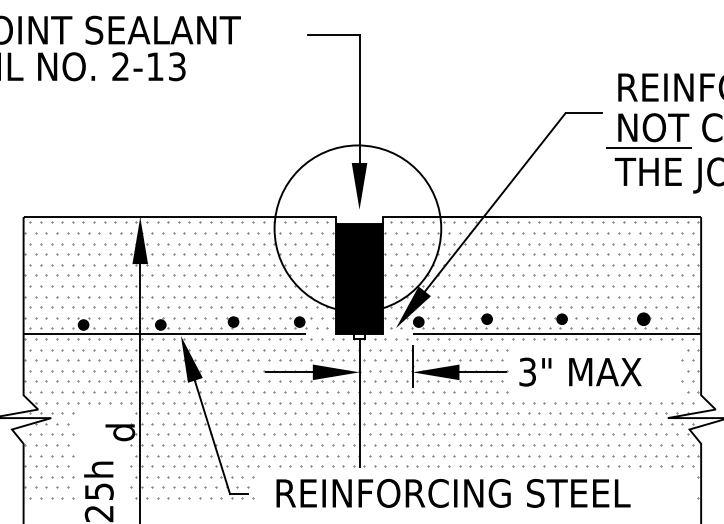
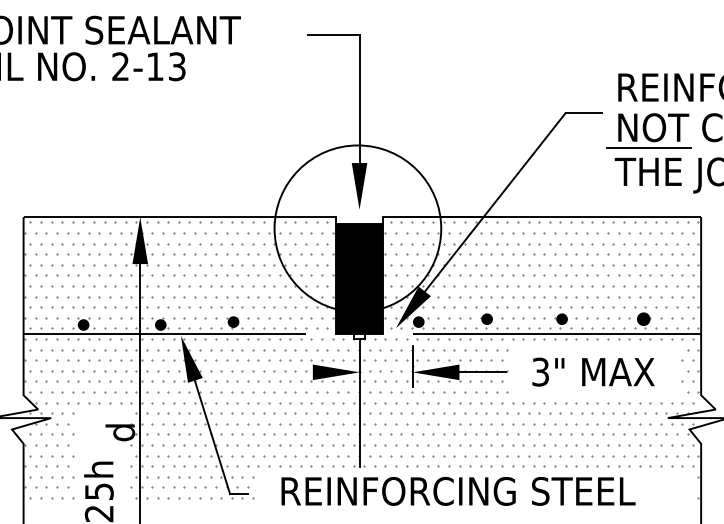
fill at (299, 321): present -> none
text at (580, 371) position: (580, 371) -> (593, 371)
line at (288, 372): present -> none
text at (453, 493) position: (453, 493) -> (458, 491)
